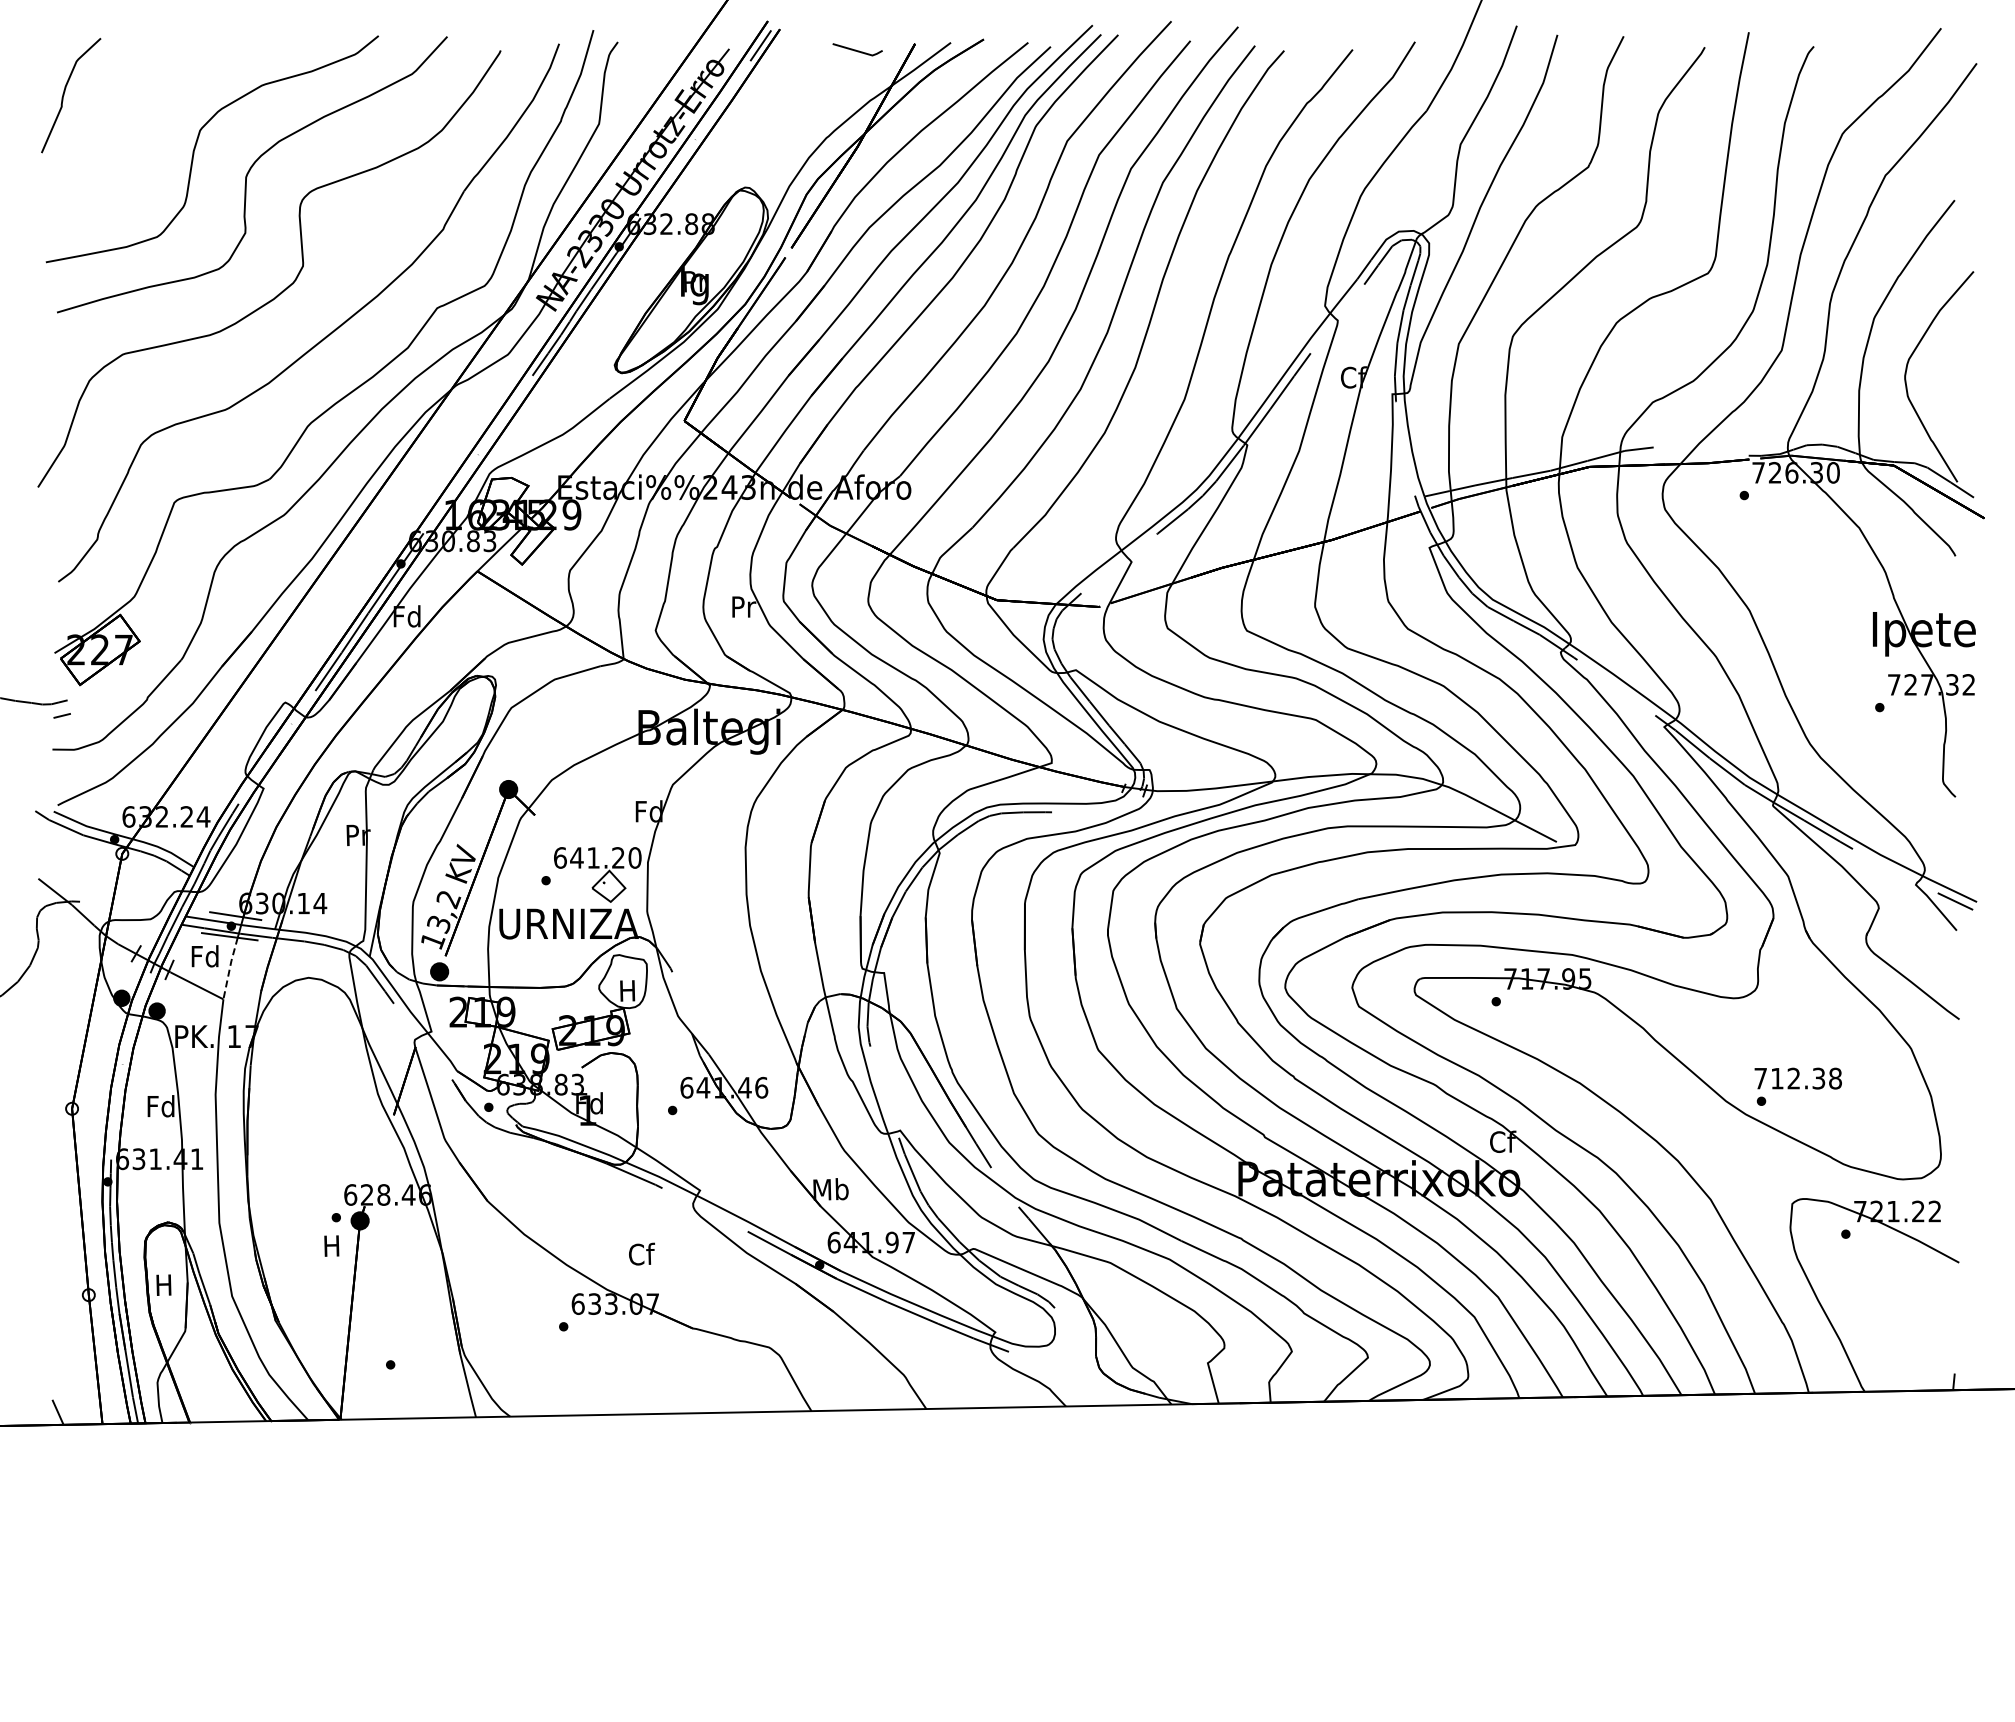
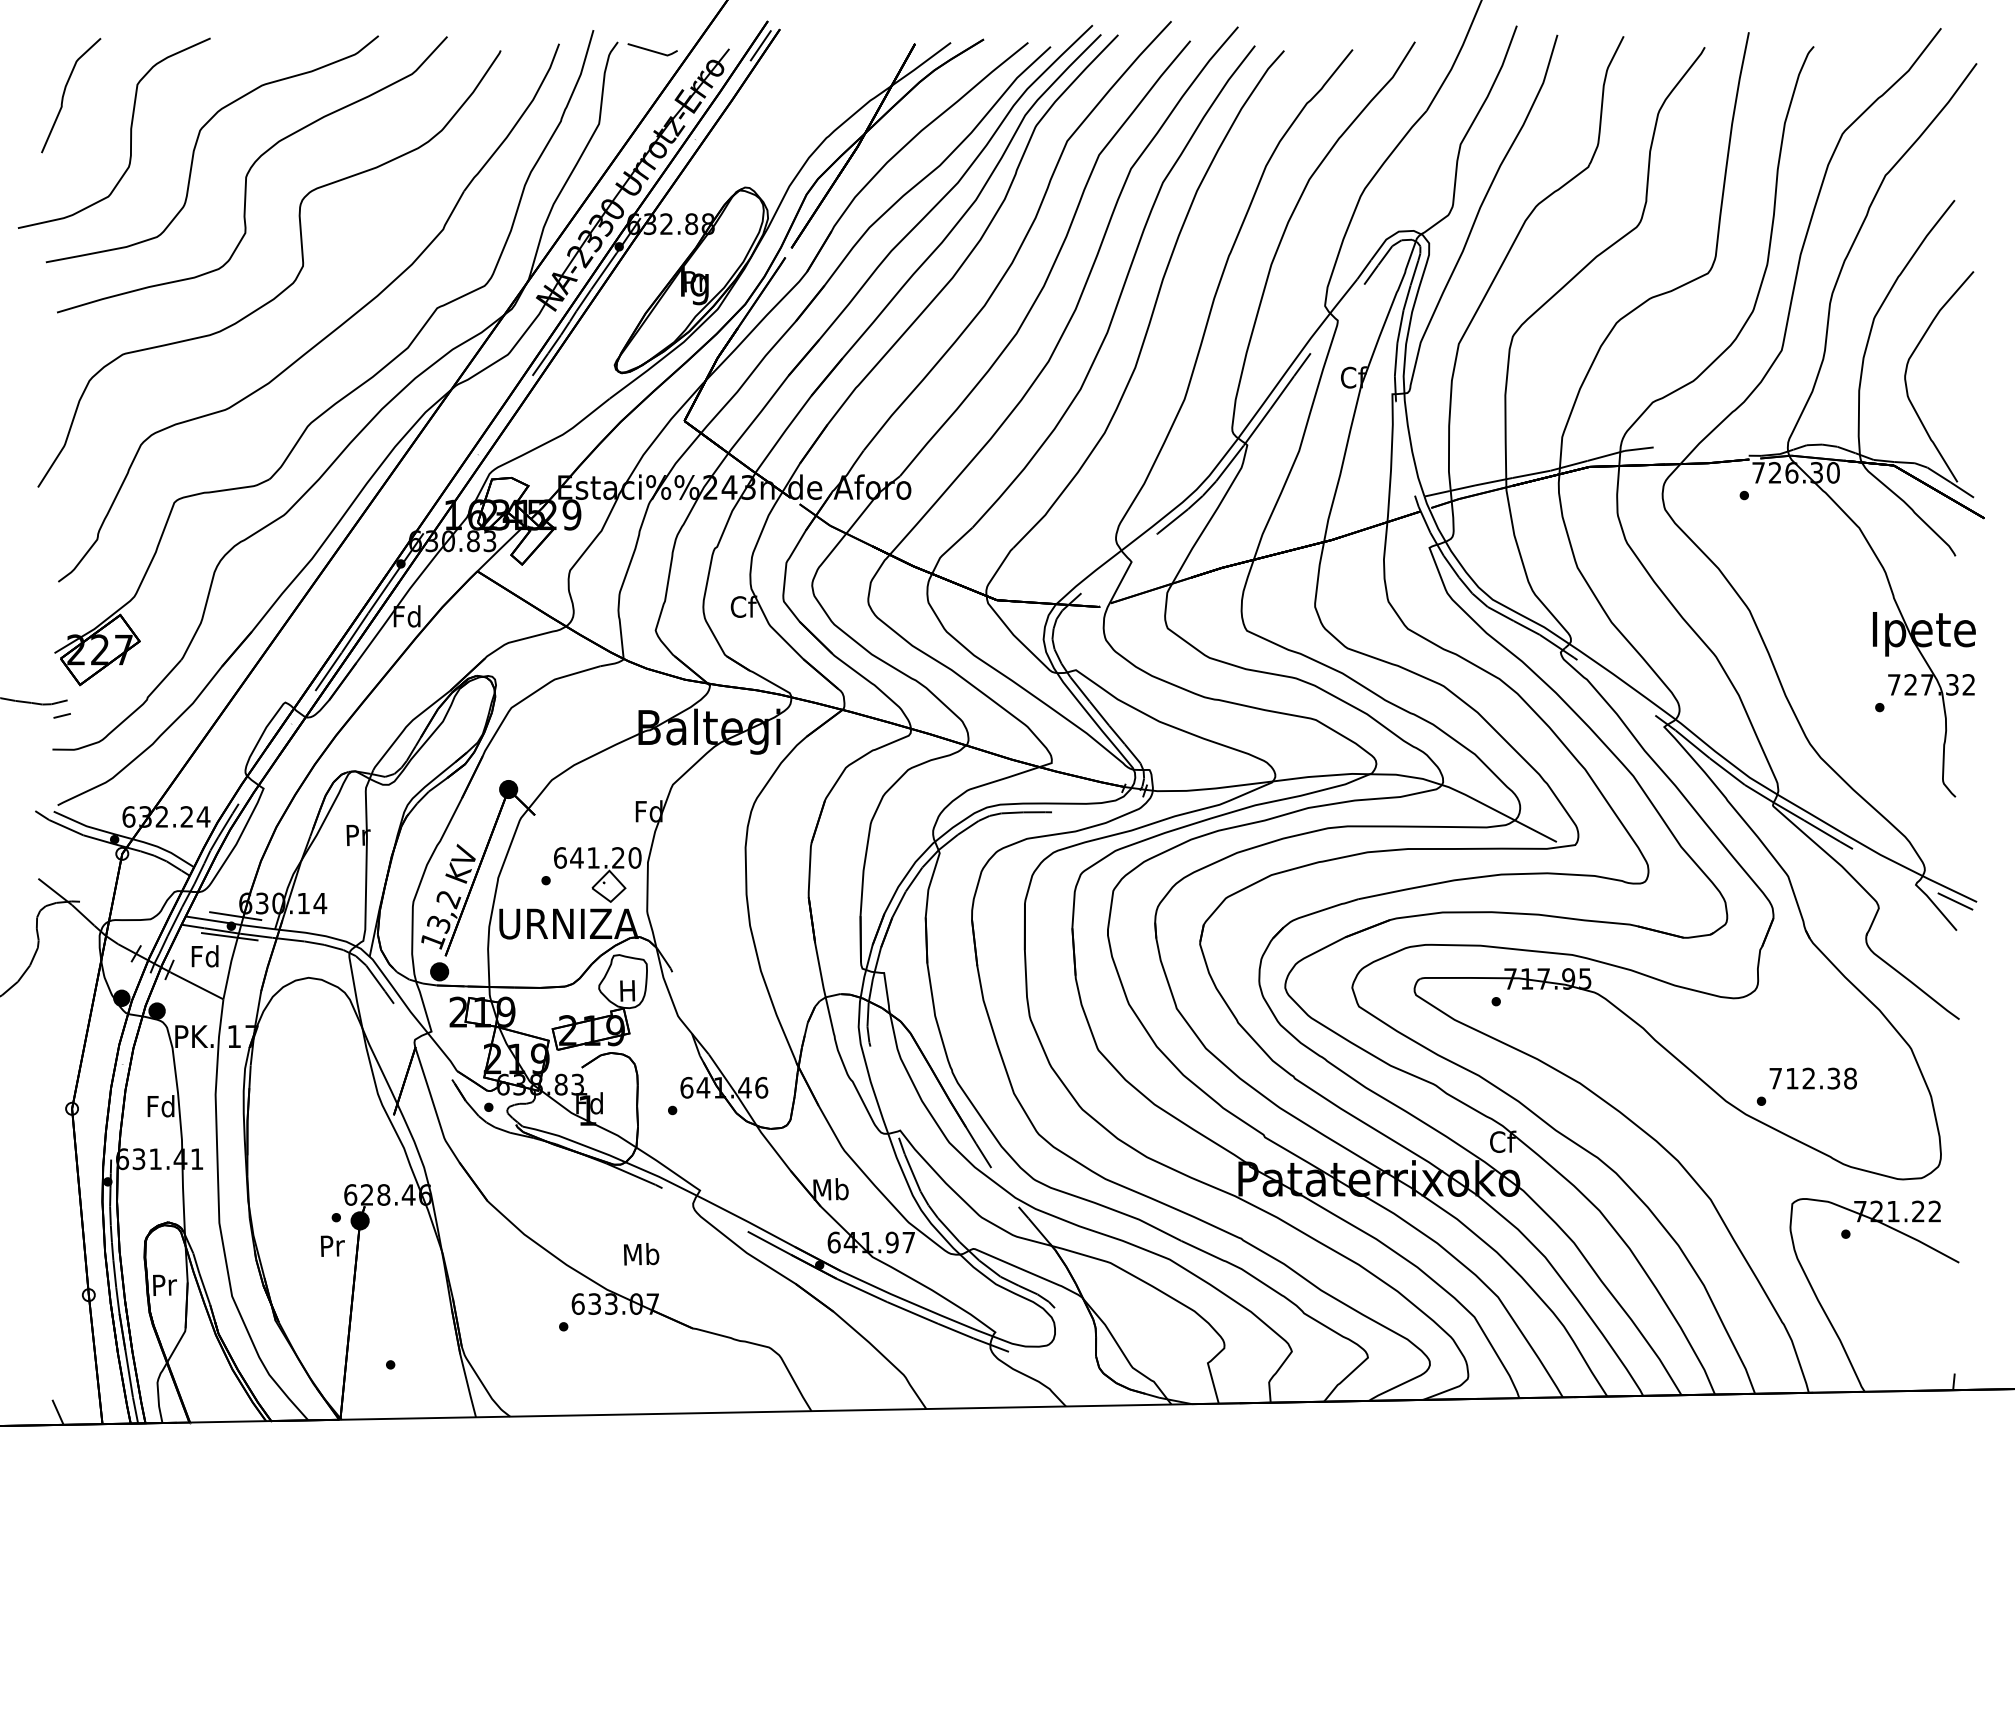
line at (856, 49) position: (856, 49) -> (651, 49)
curve at (130, 132): none -> present
text at (743, 606): Pr -> Cf
line at (230, 967): dashed -> solid
text at (1797, 1078) position: (1797, 1078) -> (1812, 1078)
text at (332, 1245): H -> Pr
text at (641, 1253): Cf -> Mb
text at (164, 1284): H -> Pr
